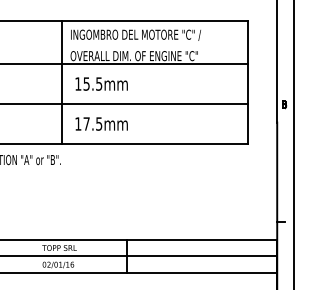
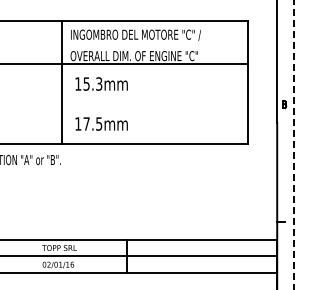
text at (99, 83): 15.5mm -> 15.3mm
line at (125, 104): present -> none
line at (294, 144): solid -> dashed
